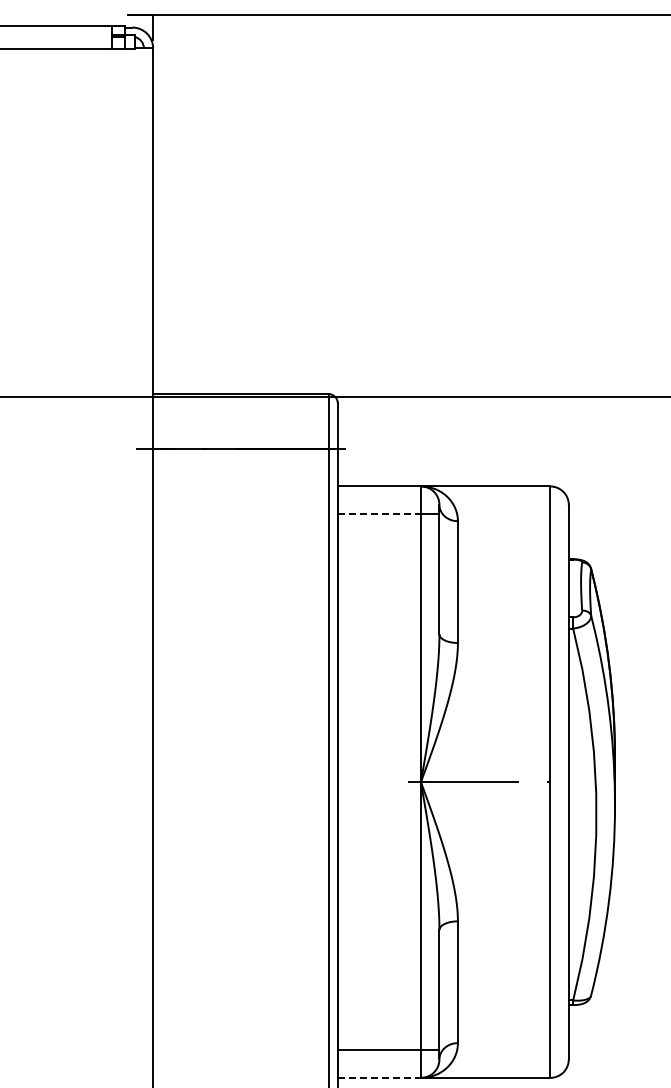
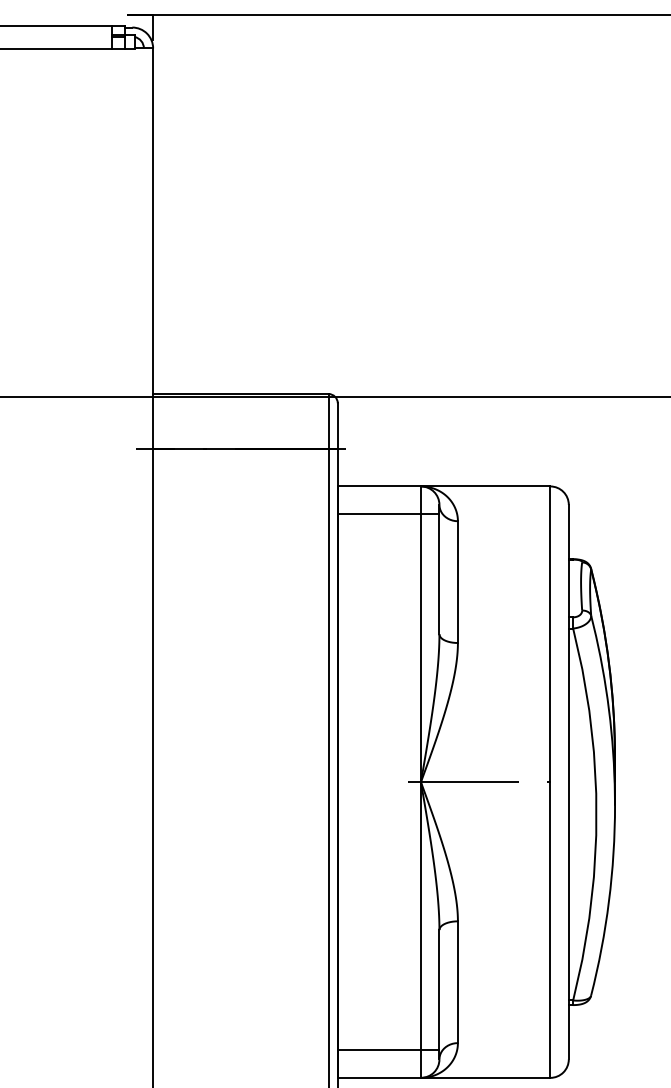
line at (379, 514): dashed -> solid
line at (379, 1077): dashed -> solid
